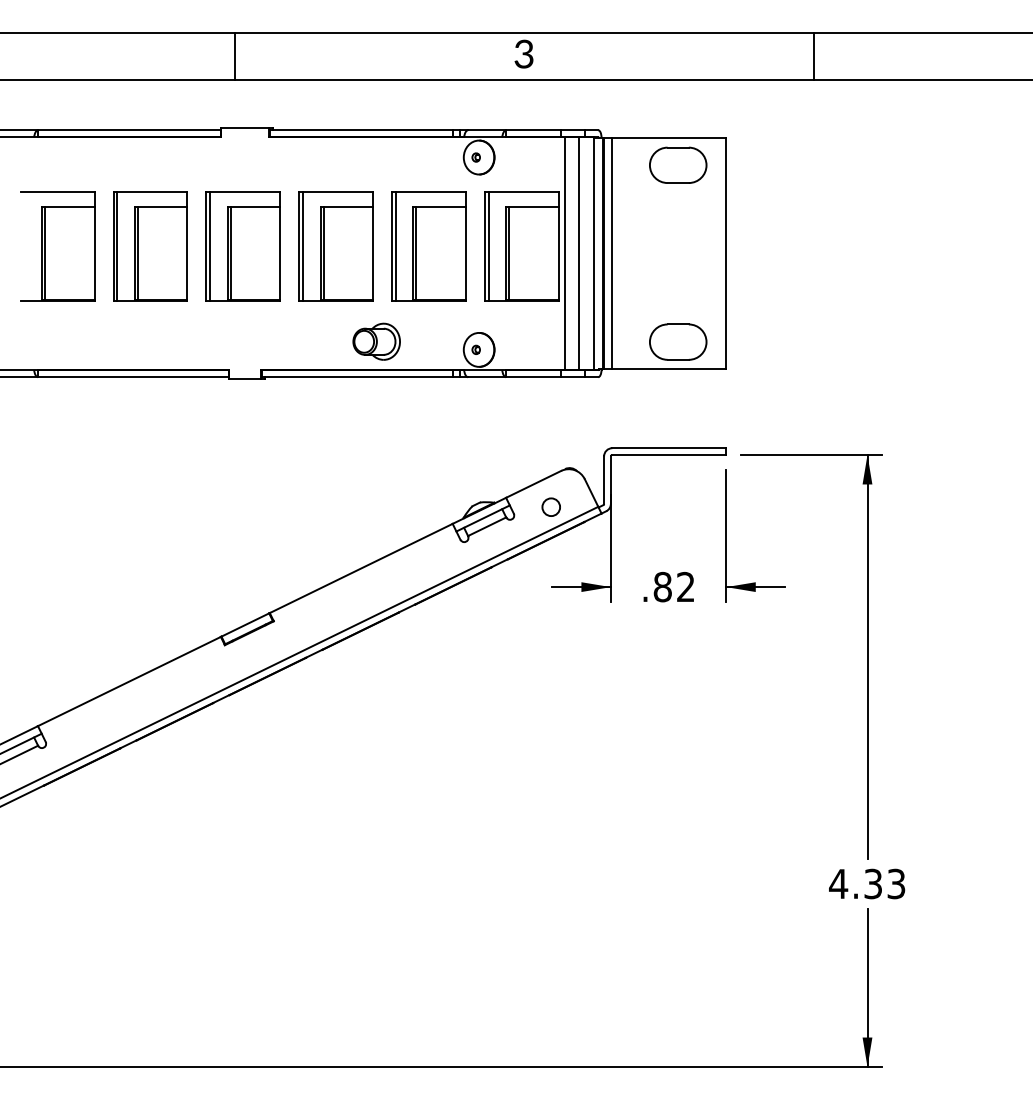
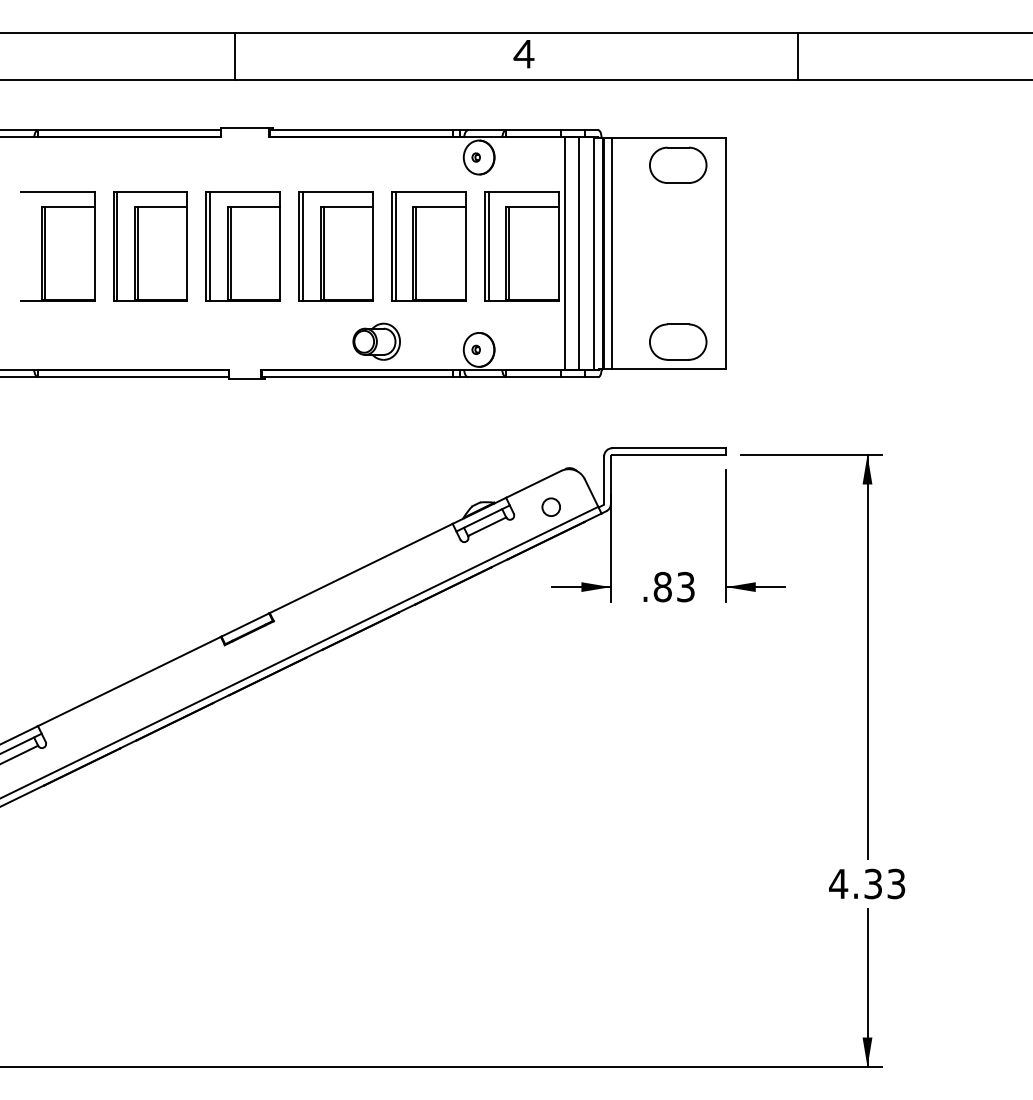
text at (523, 53): 3 -> 4
line at (813, 56) position: (813, 56) -> (797, 56)
text at (685, 587): .82 -> .83
